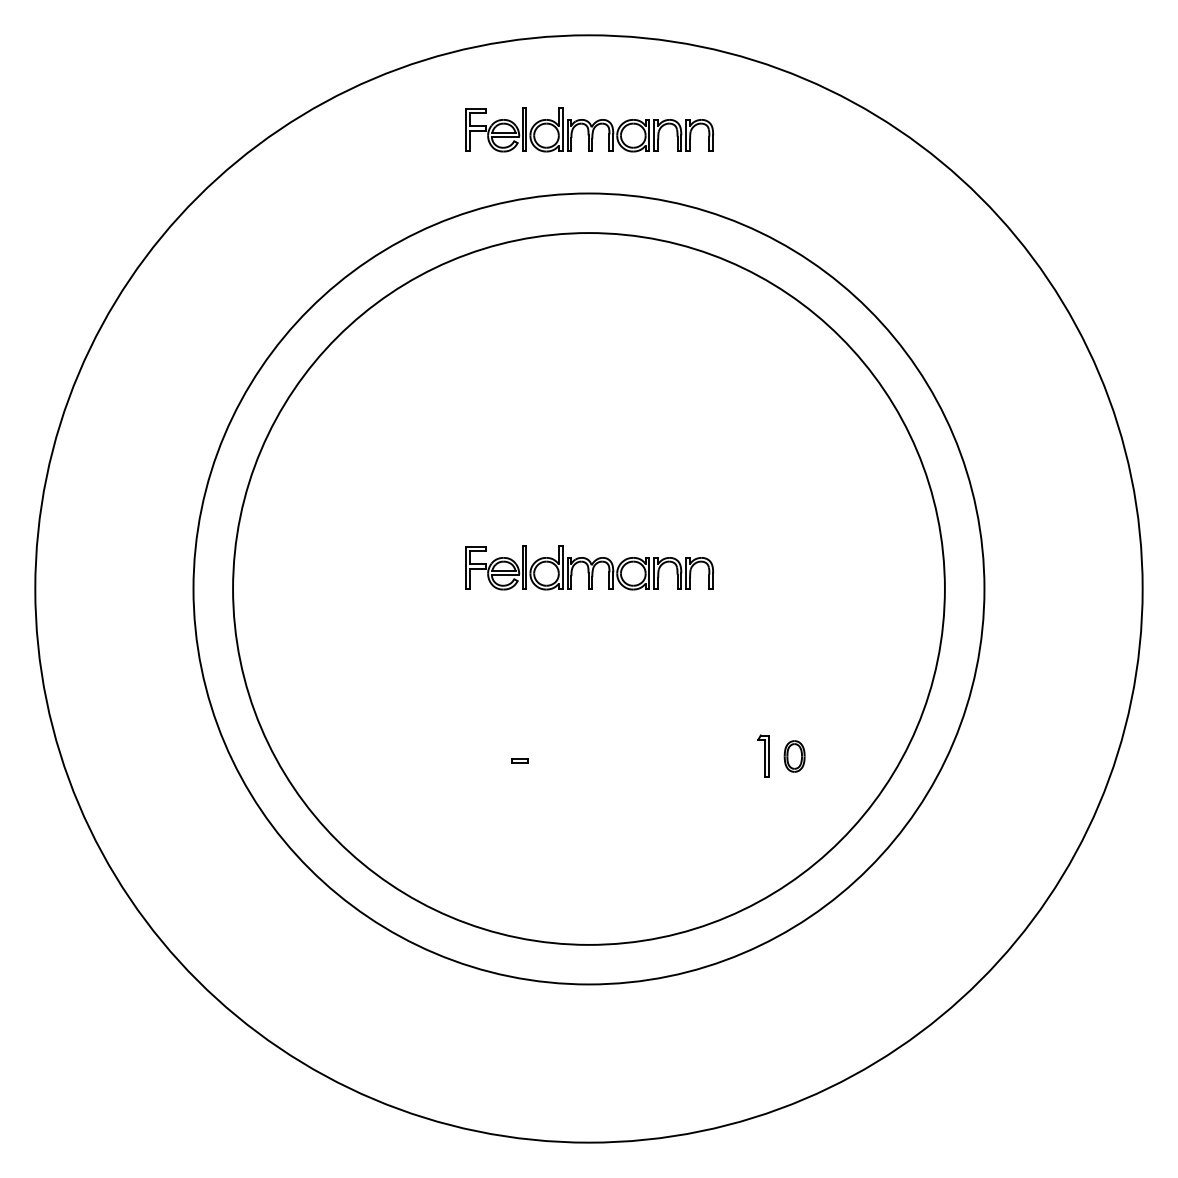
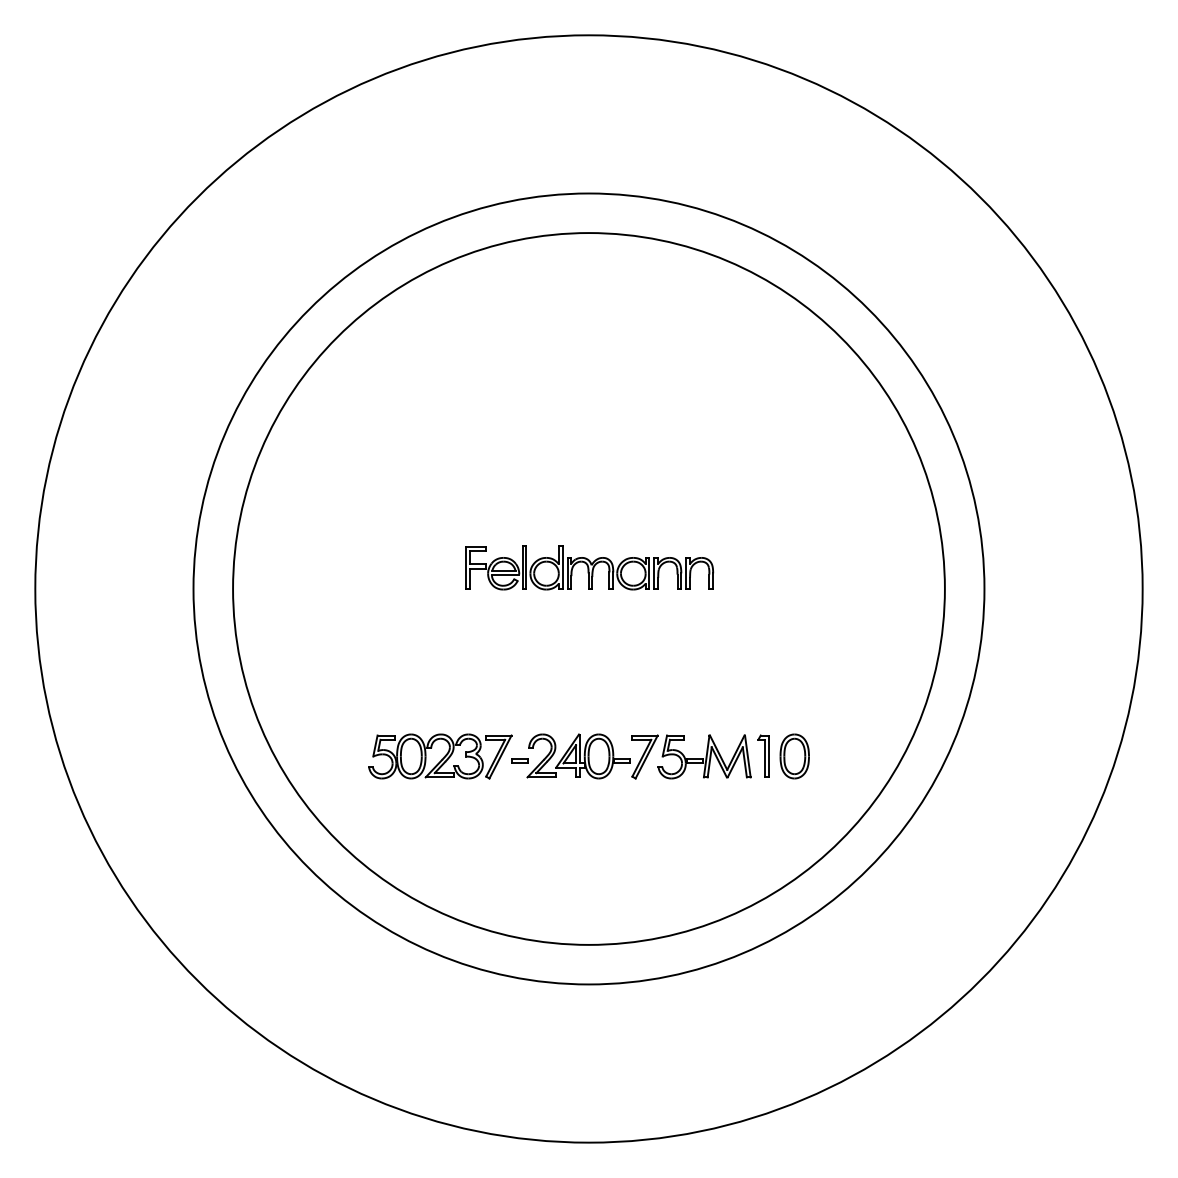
part at (589, 129): present -> none
part at (440, 756): none -> present
part at (638, 756): none -> present
part at (794, 756) size: 23x33 px -> 31x47 px
